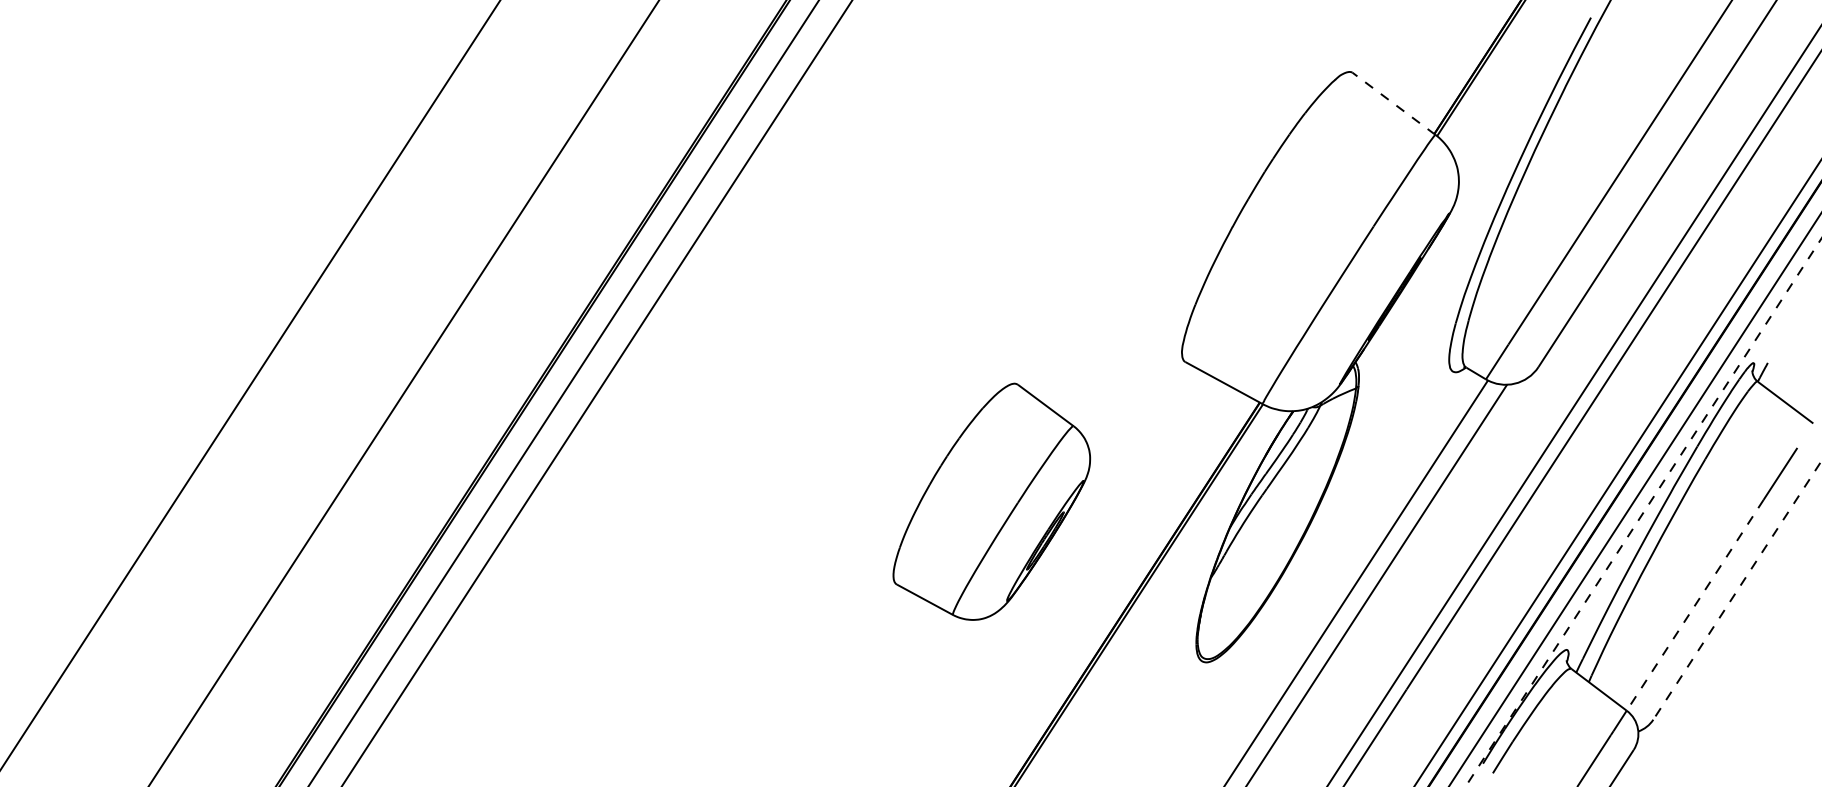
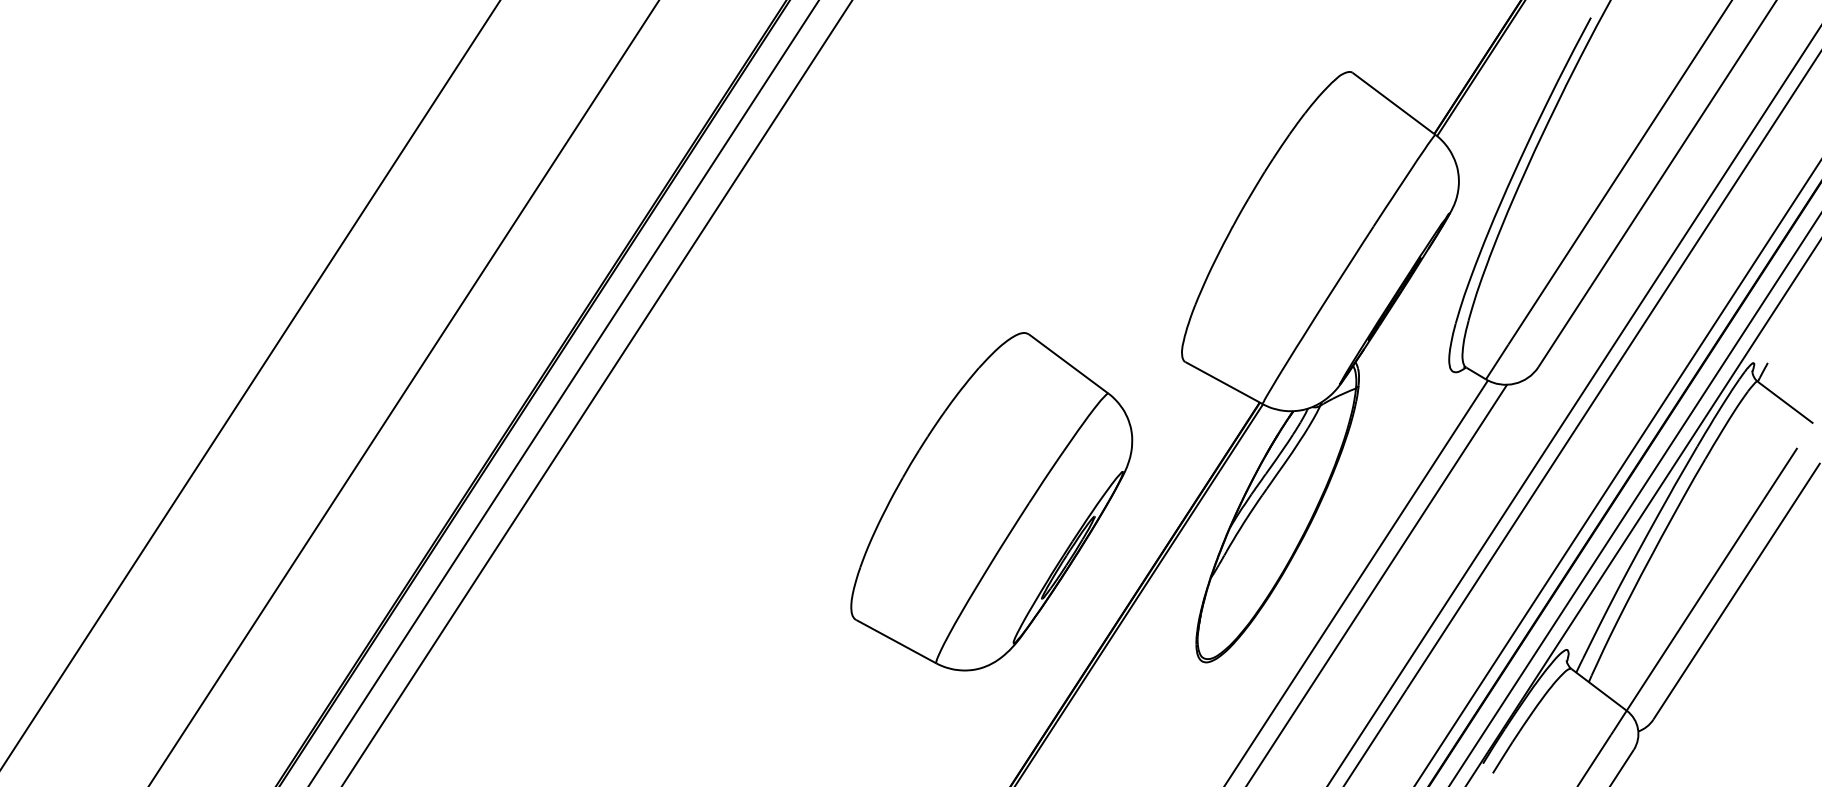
line at (1394, 103): dashed -> solid
part at (991, 501) size: 200x239 px -> 284x340 px
line at (1643, 512): dashed -> solid
line at (1736, 591): dashed -> solid
line at (1695, 605): dashed -> solid
